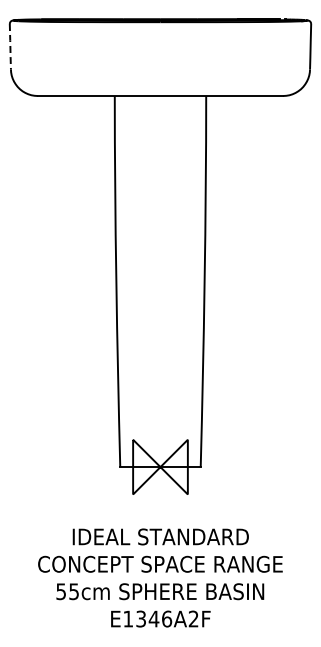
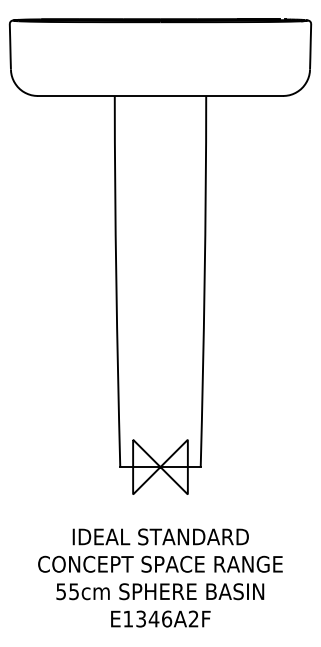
line at (10, 47): dashed -> solid
